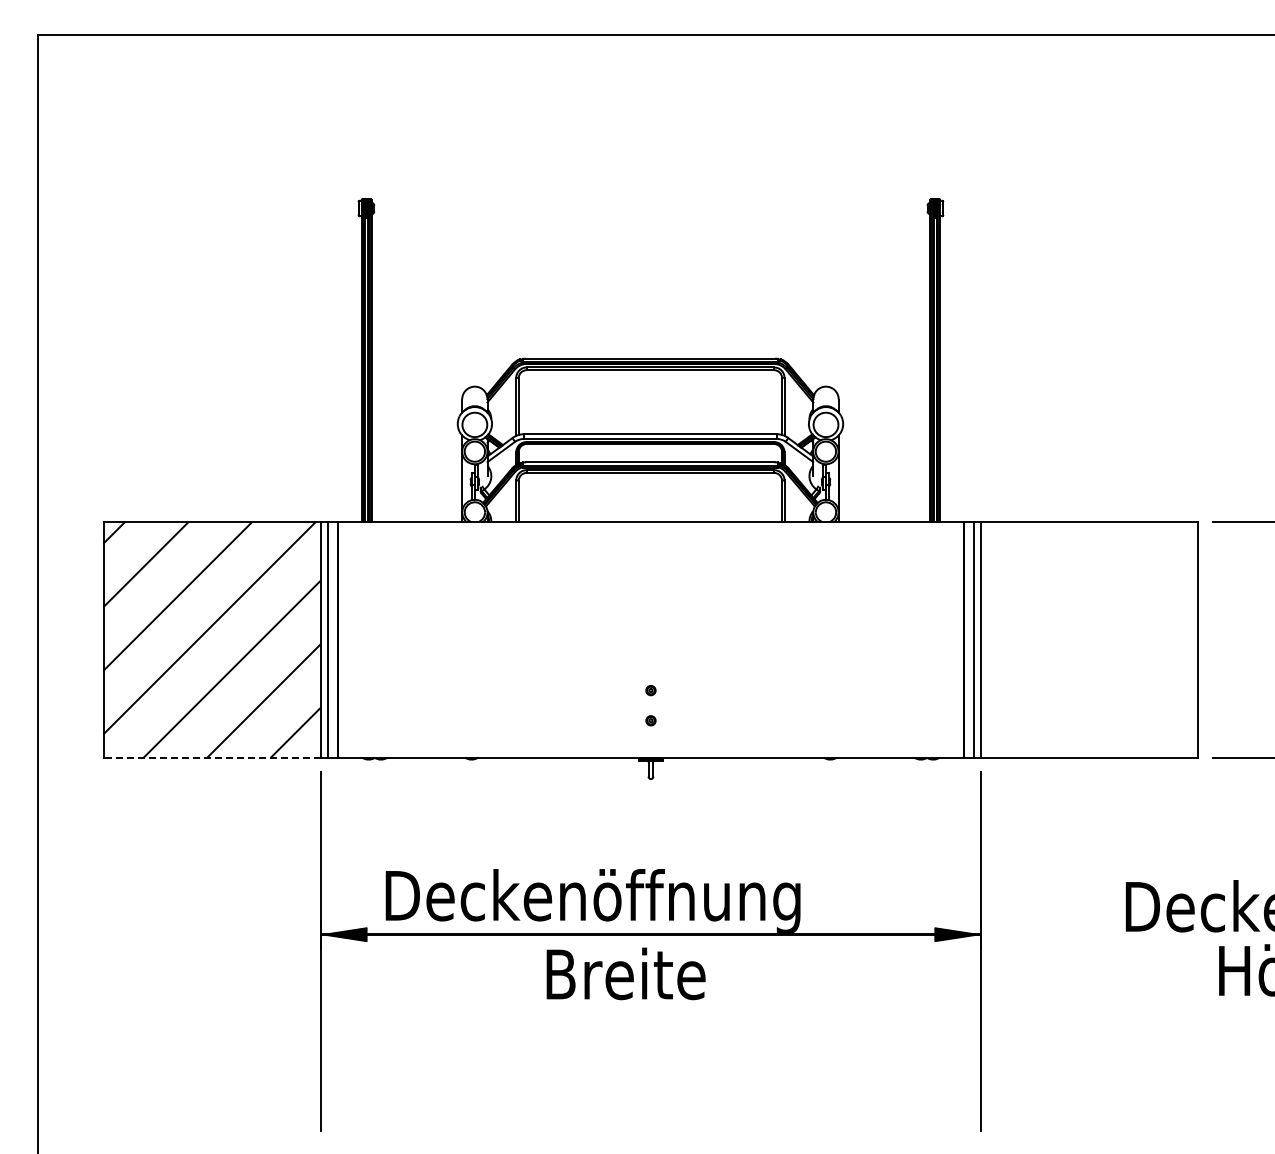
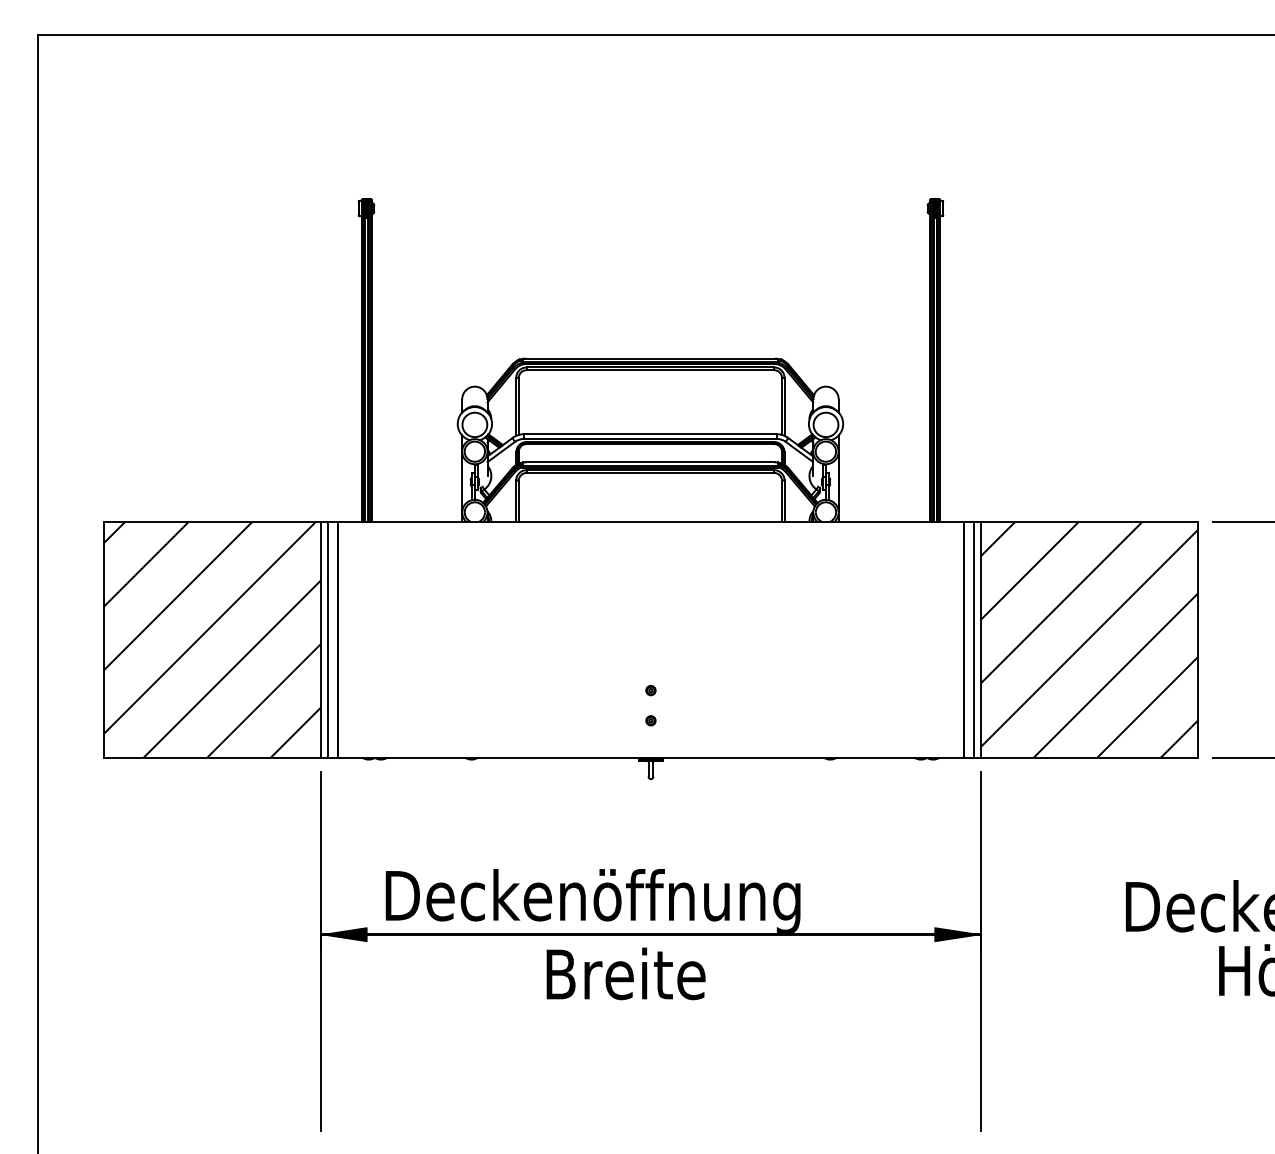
hatch at (1089, 639): none -> present
line at (212, 757): dashed -> solid
